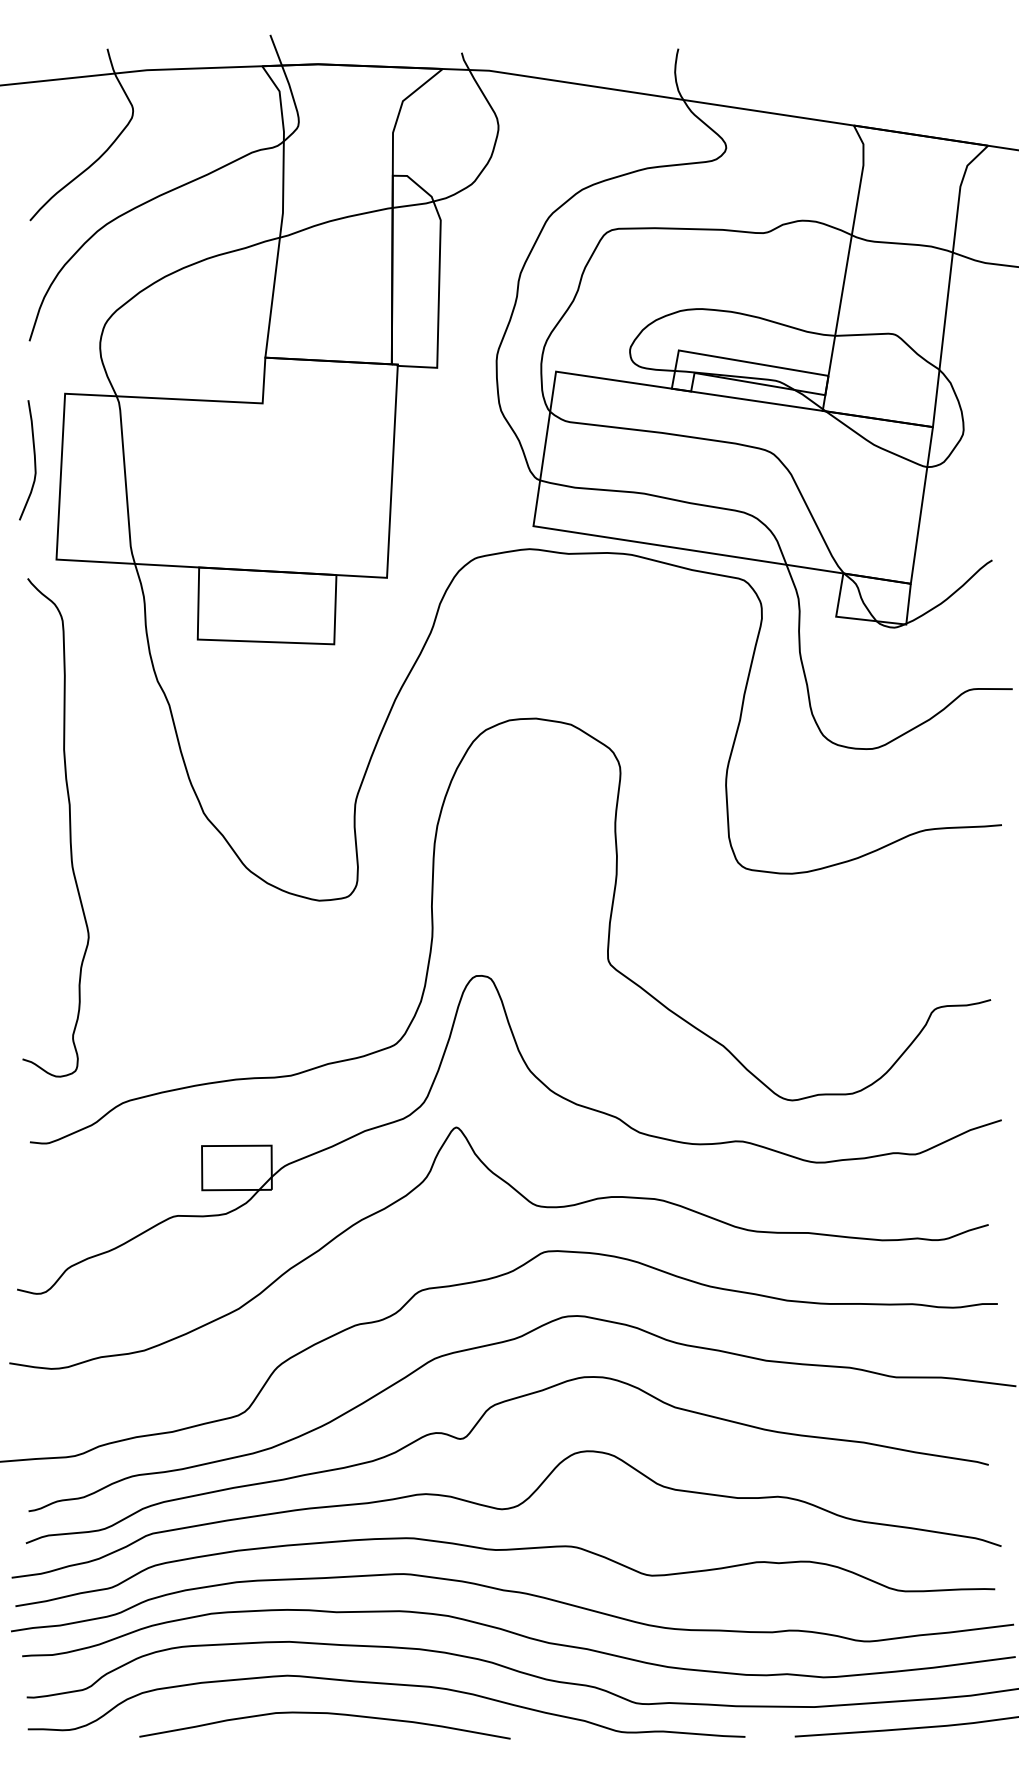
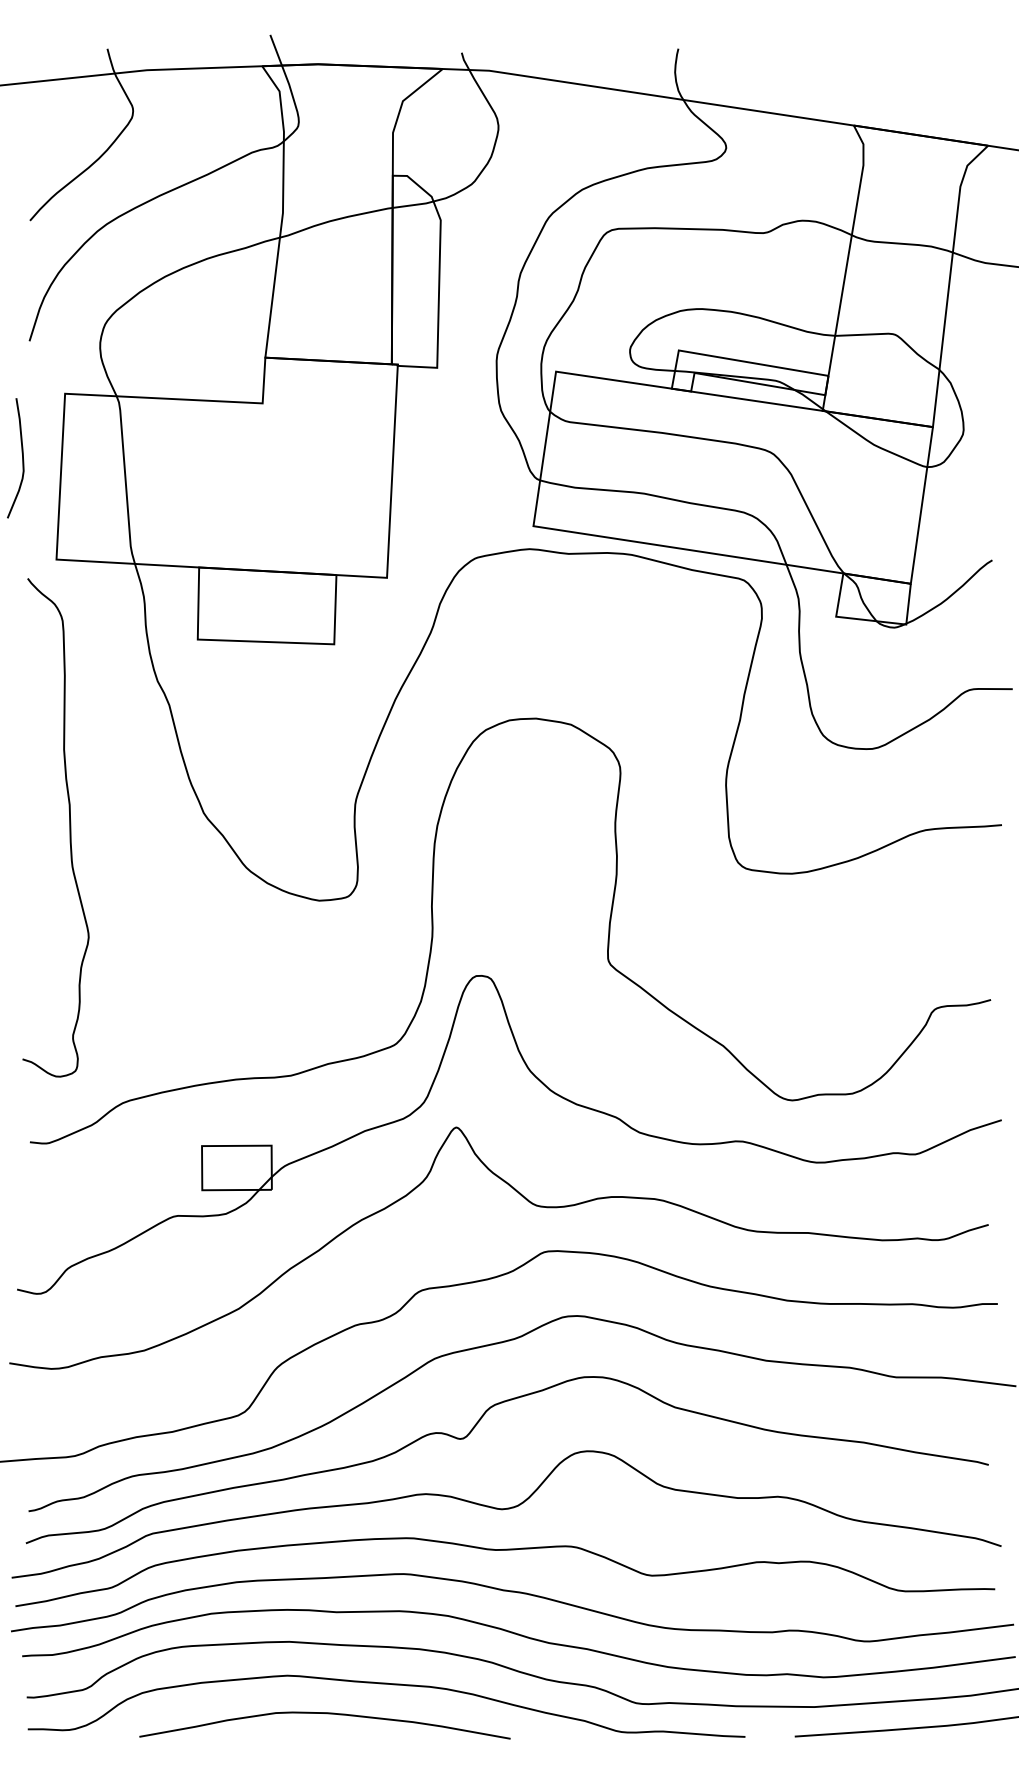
curve at (34, 460) position: (34, 460) -> (22, 458)
